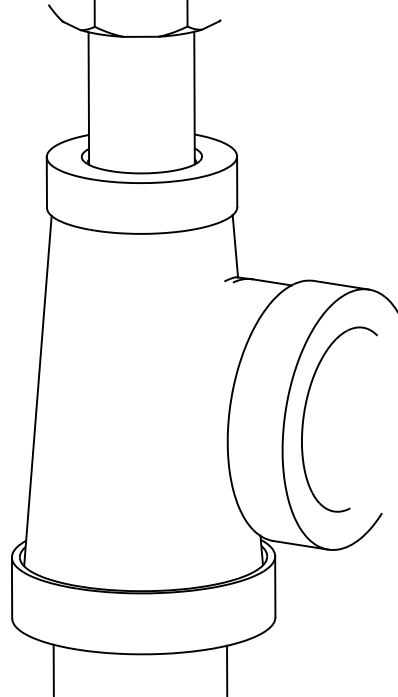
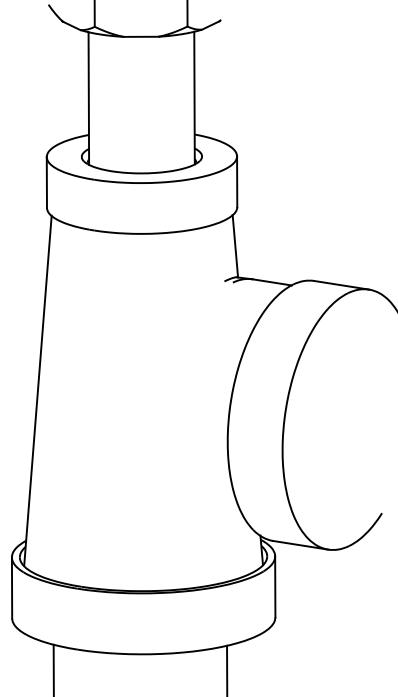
part at (305, 412): present -> none
